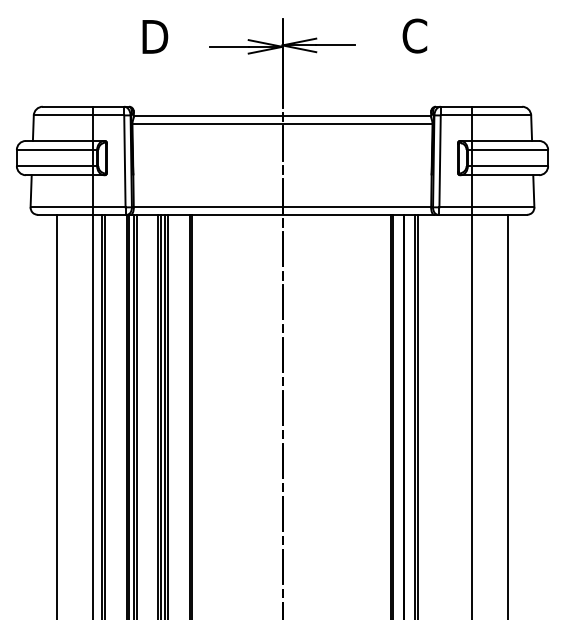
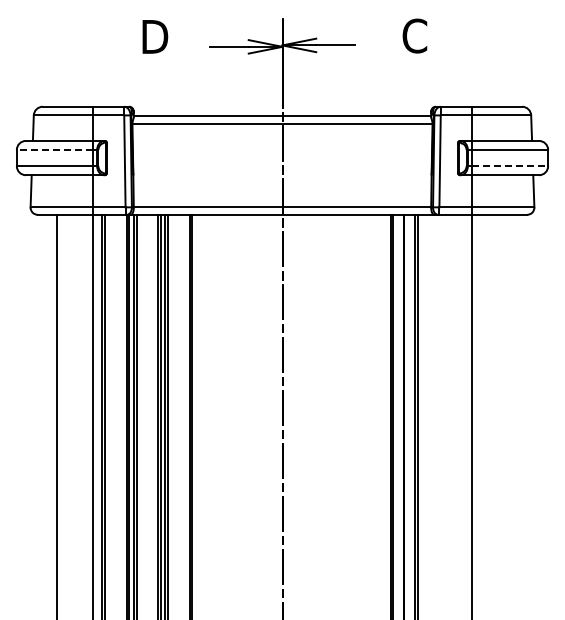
line at (54, 149): solid -> dashed
line at (510, 166): solid -> dashed
line at (507, 415): present -> none
